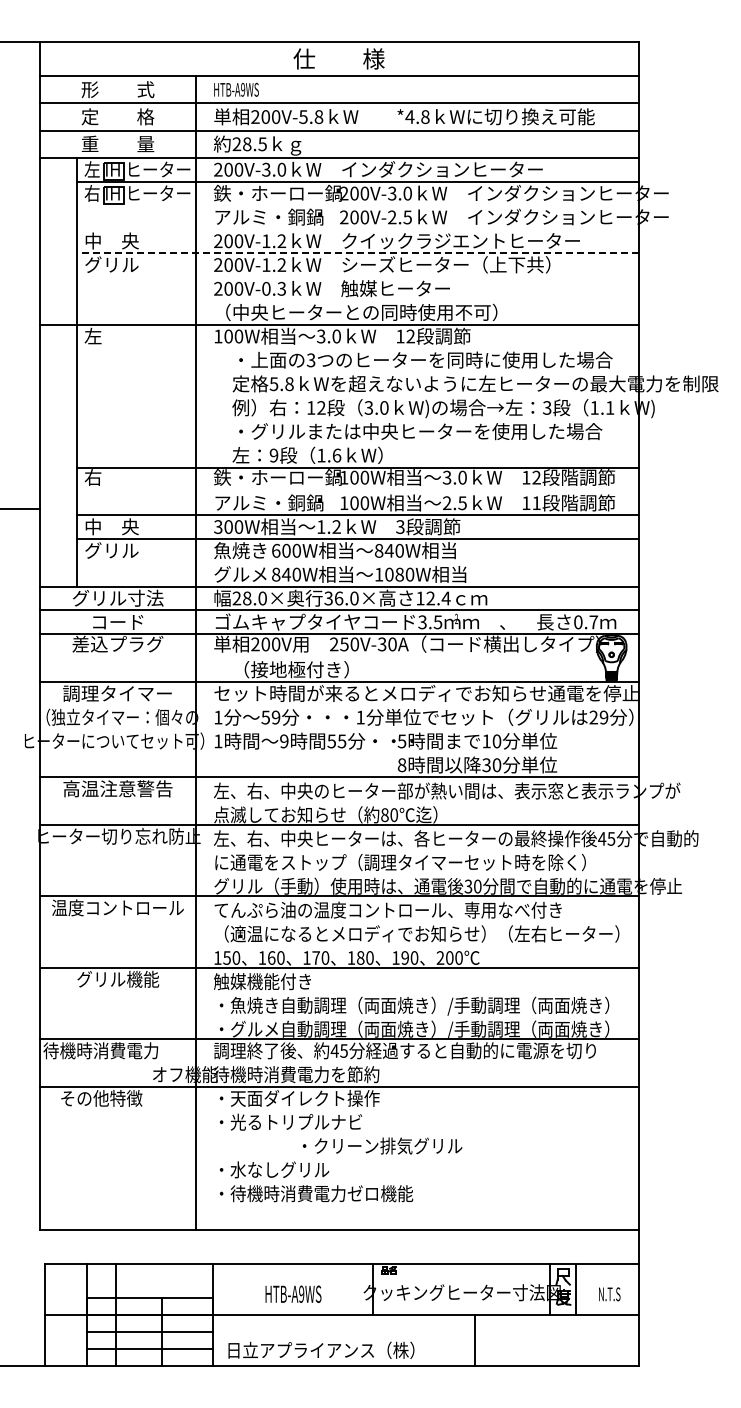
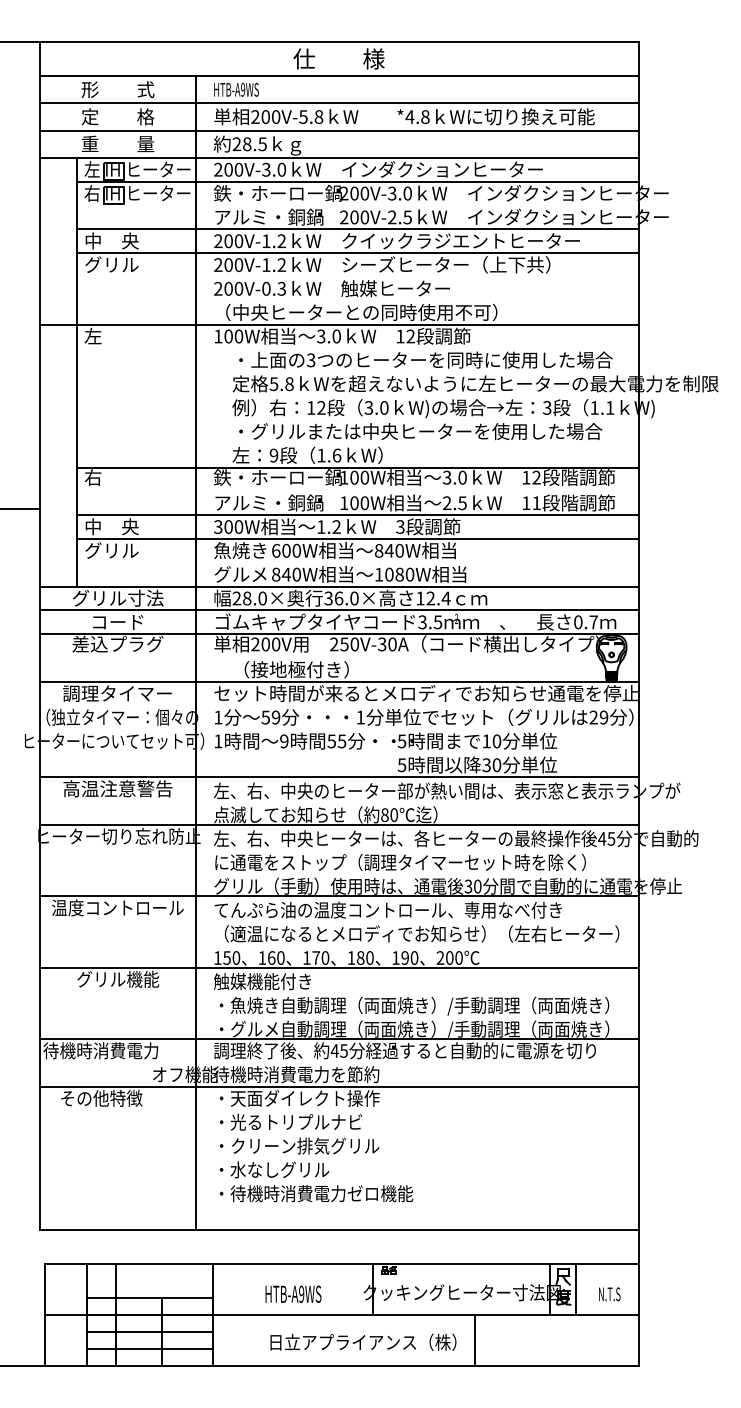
line at (357, 229): none -> present
line at (357, 253): dashed -> solid
text at (401, 765): 8 -> 5
text at (382, 1145) position: (382, 1145) -> (299, 1145)
text at (321, 1349) position: (321, 1349) -> (363, 1341)
